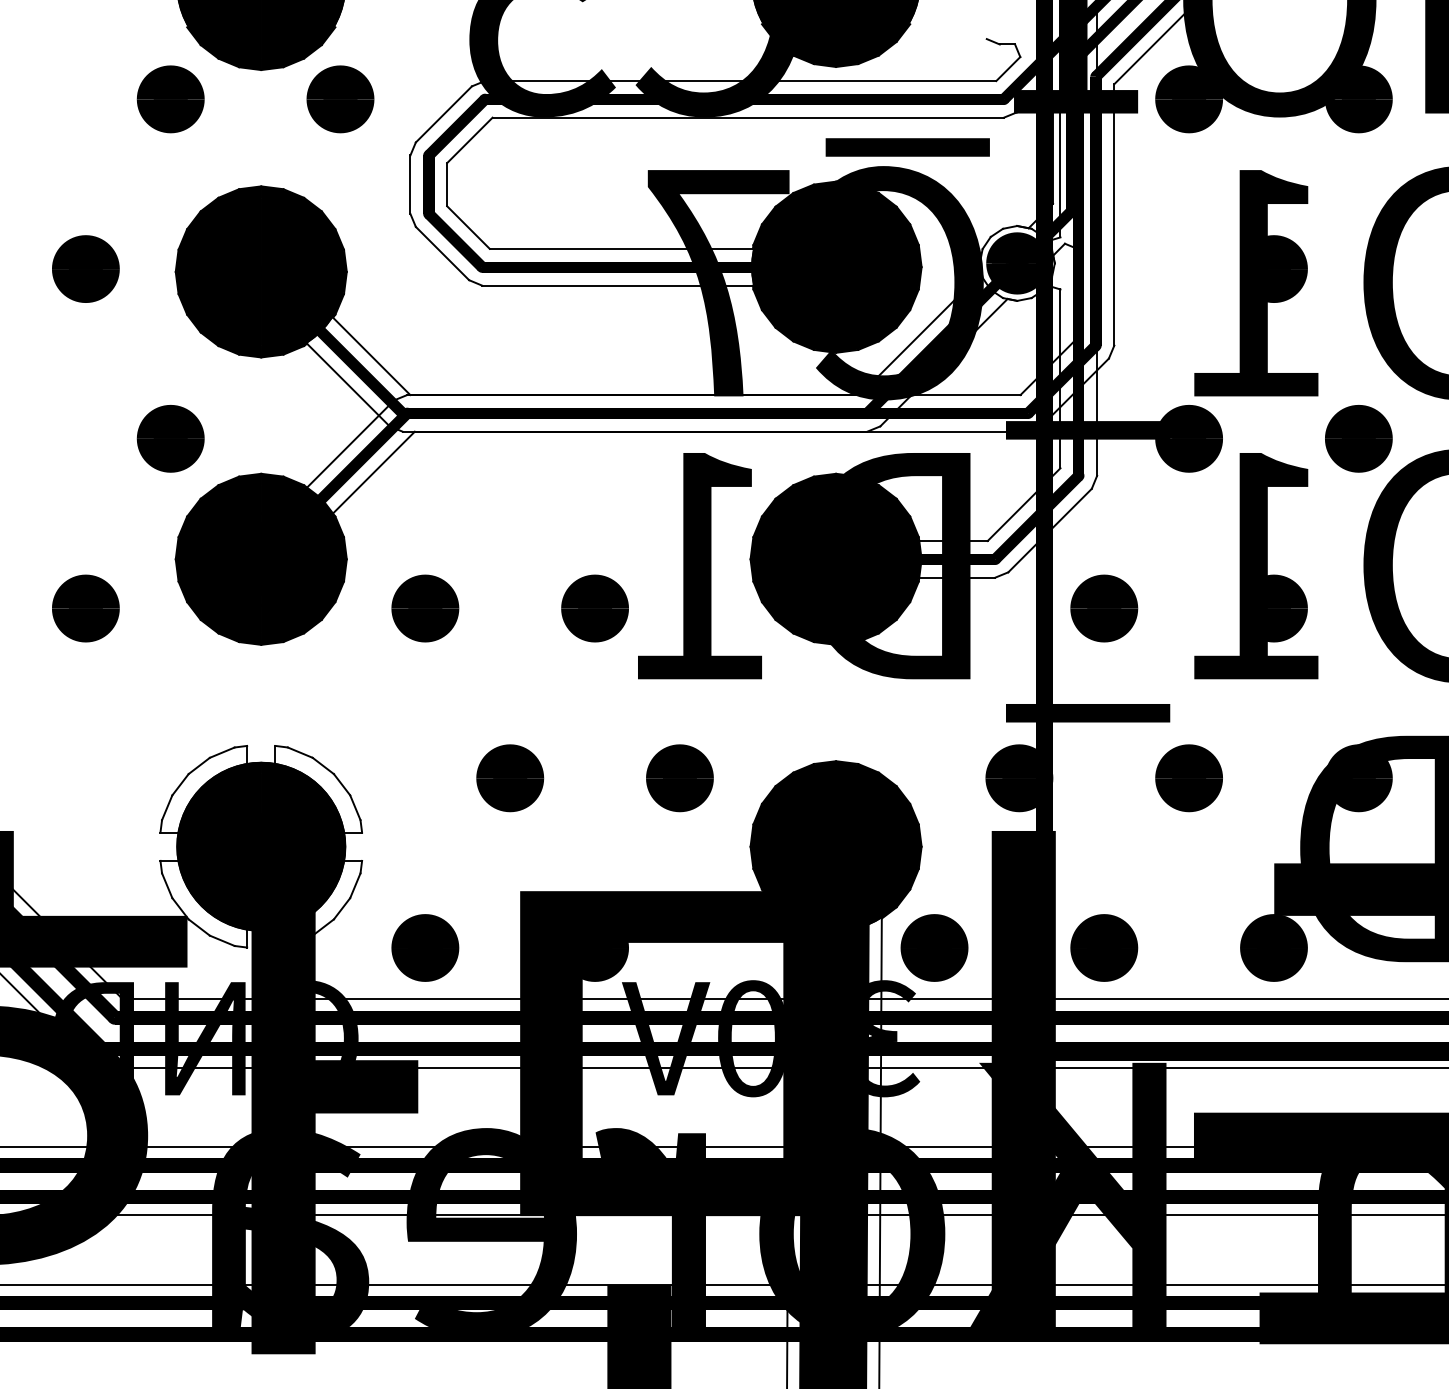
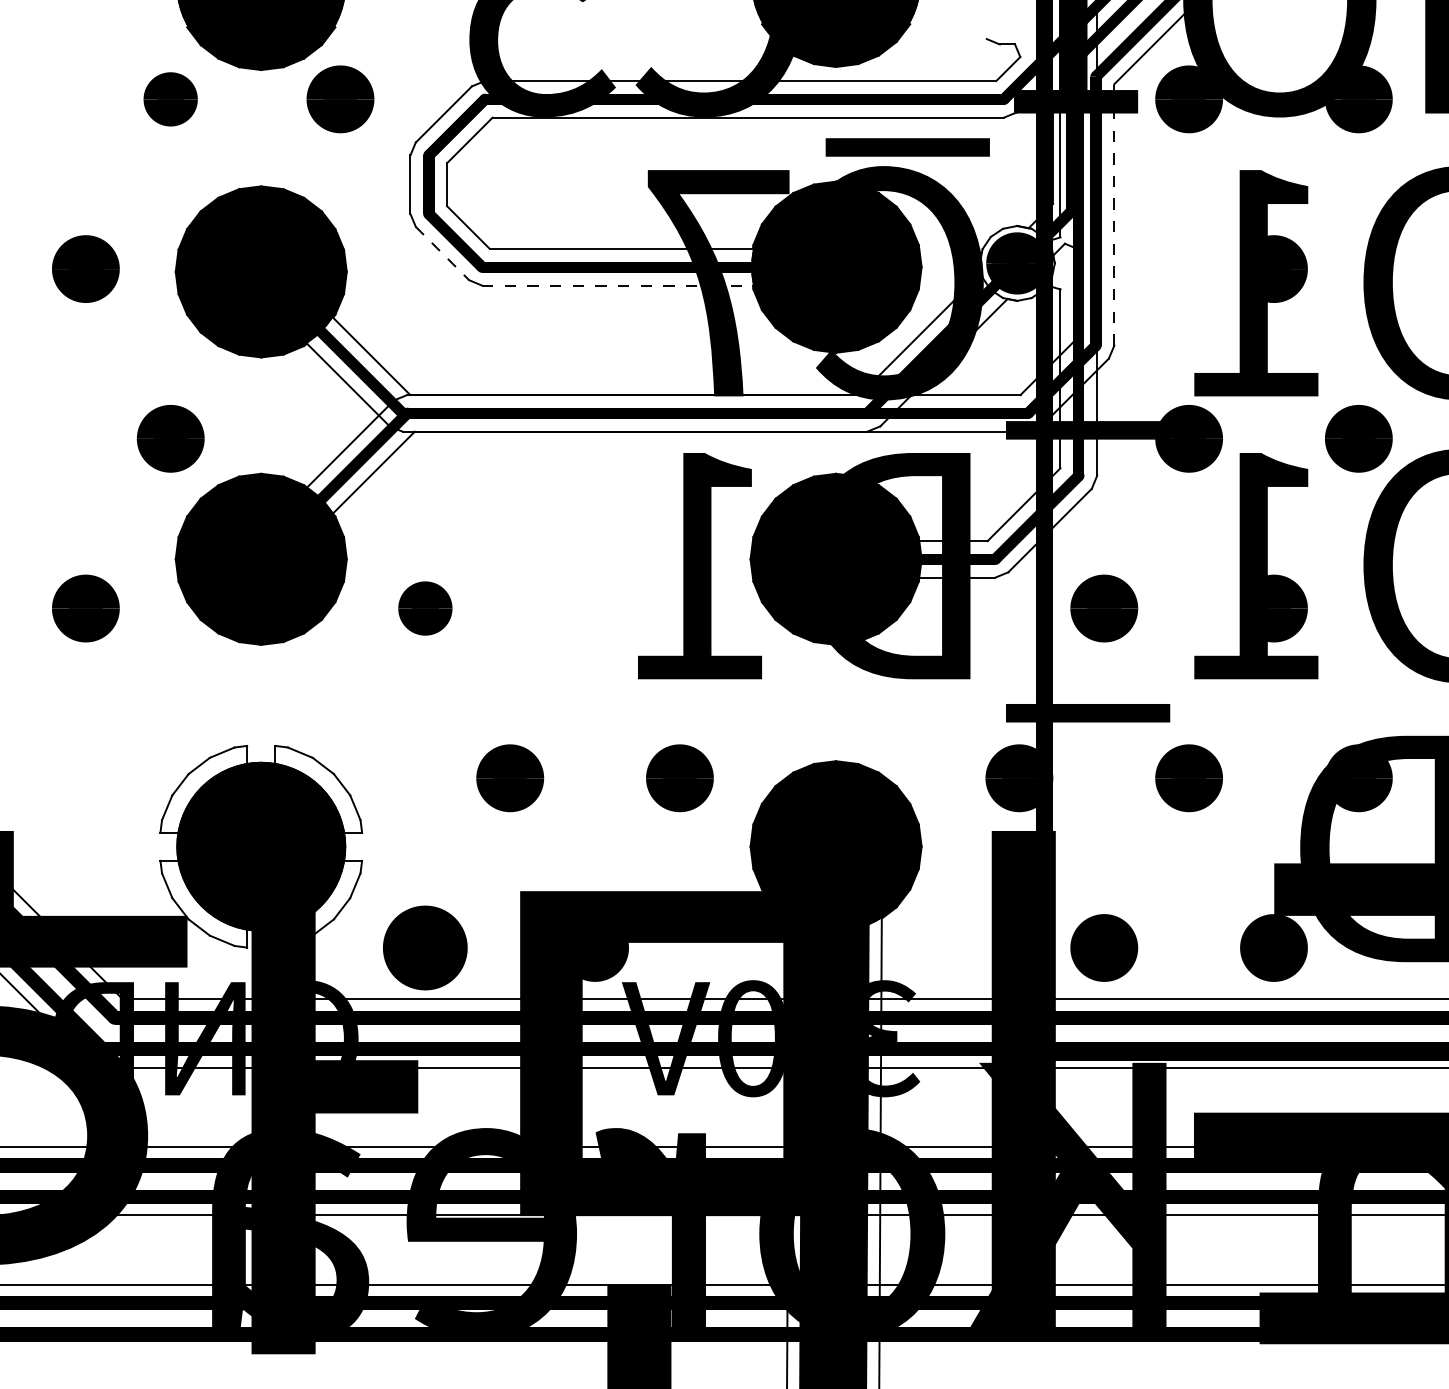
part at (170, 99) size: 69x69 px -> 55x55 px
line at (1114, 214): solid -> dashed
line at (442, 253): solid -> dashed
line at (618, 285): solid -> dashed
part at (425, 608) size: 69x69 px -> 55x55 px
part at (594, 608): present -> none
part at (425, 947) size: 69x68 px -> 85x86 px
part at (934, 947): present -> none
